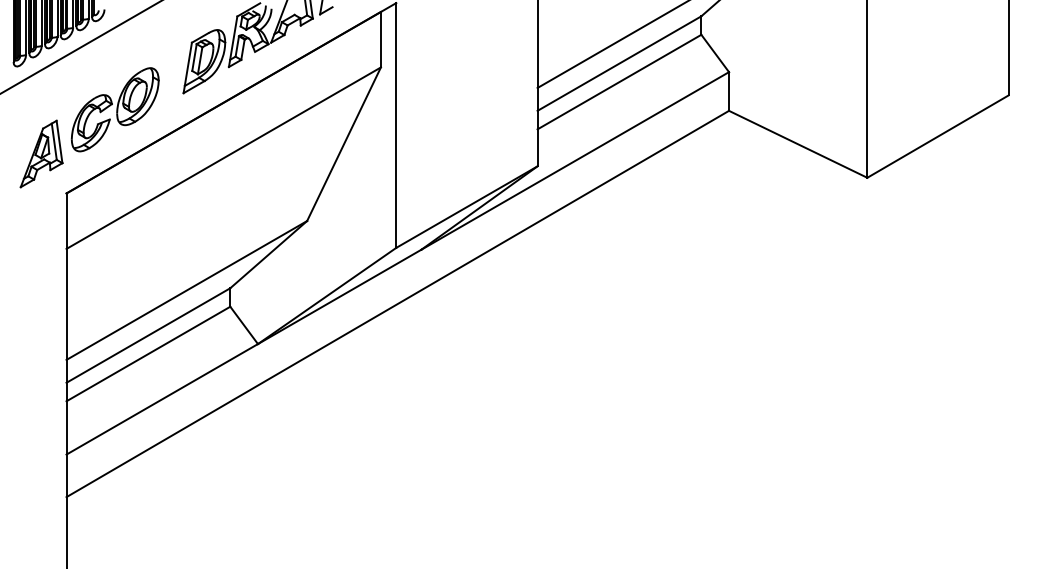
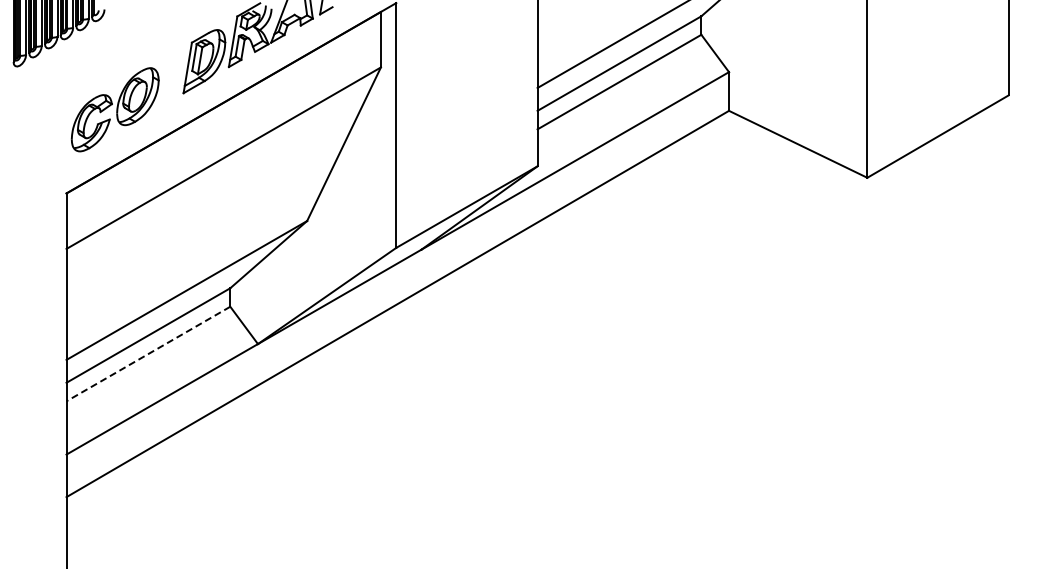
line at (80, 47): present -> none
part at (41, 153): present -> none
line at (148, 354): solid -> dashed
